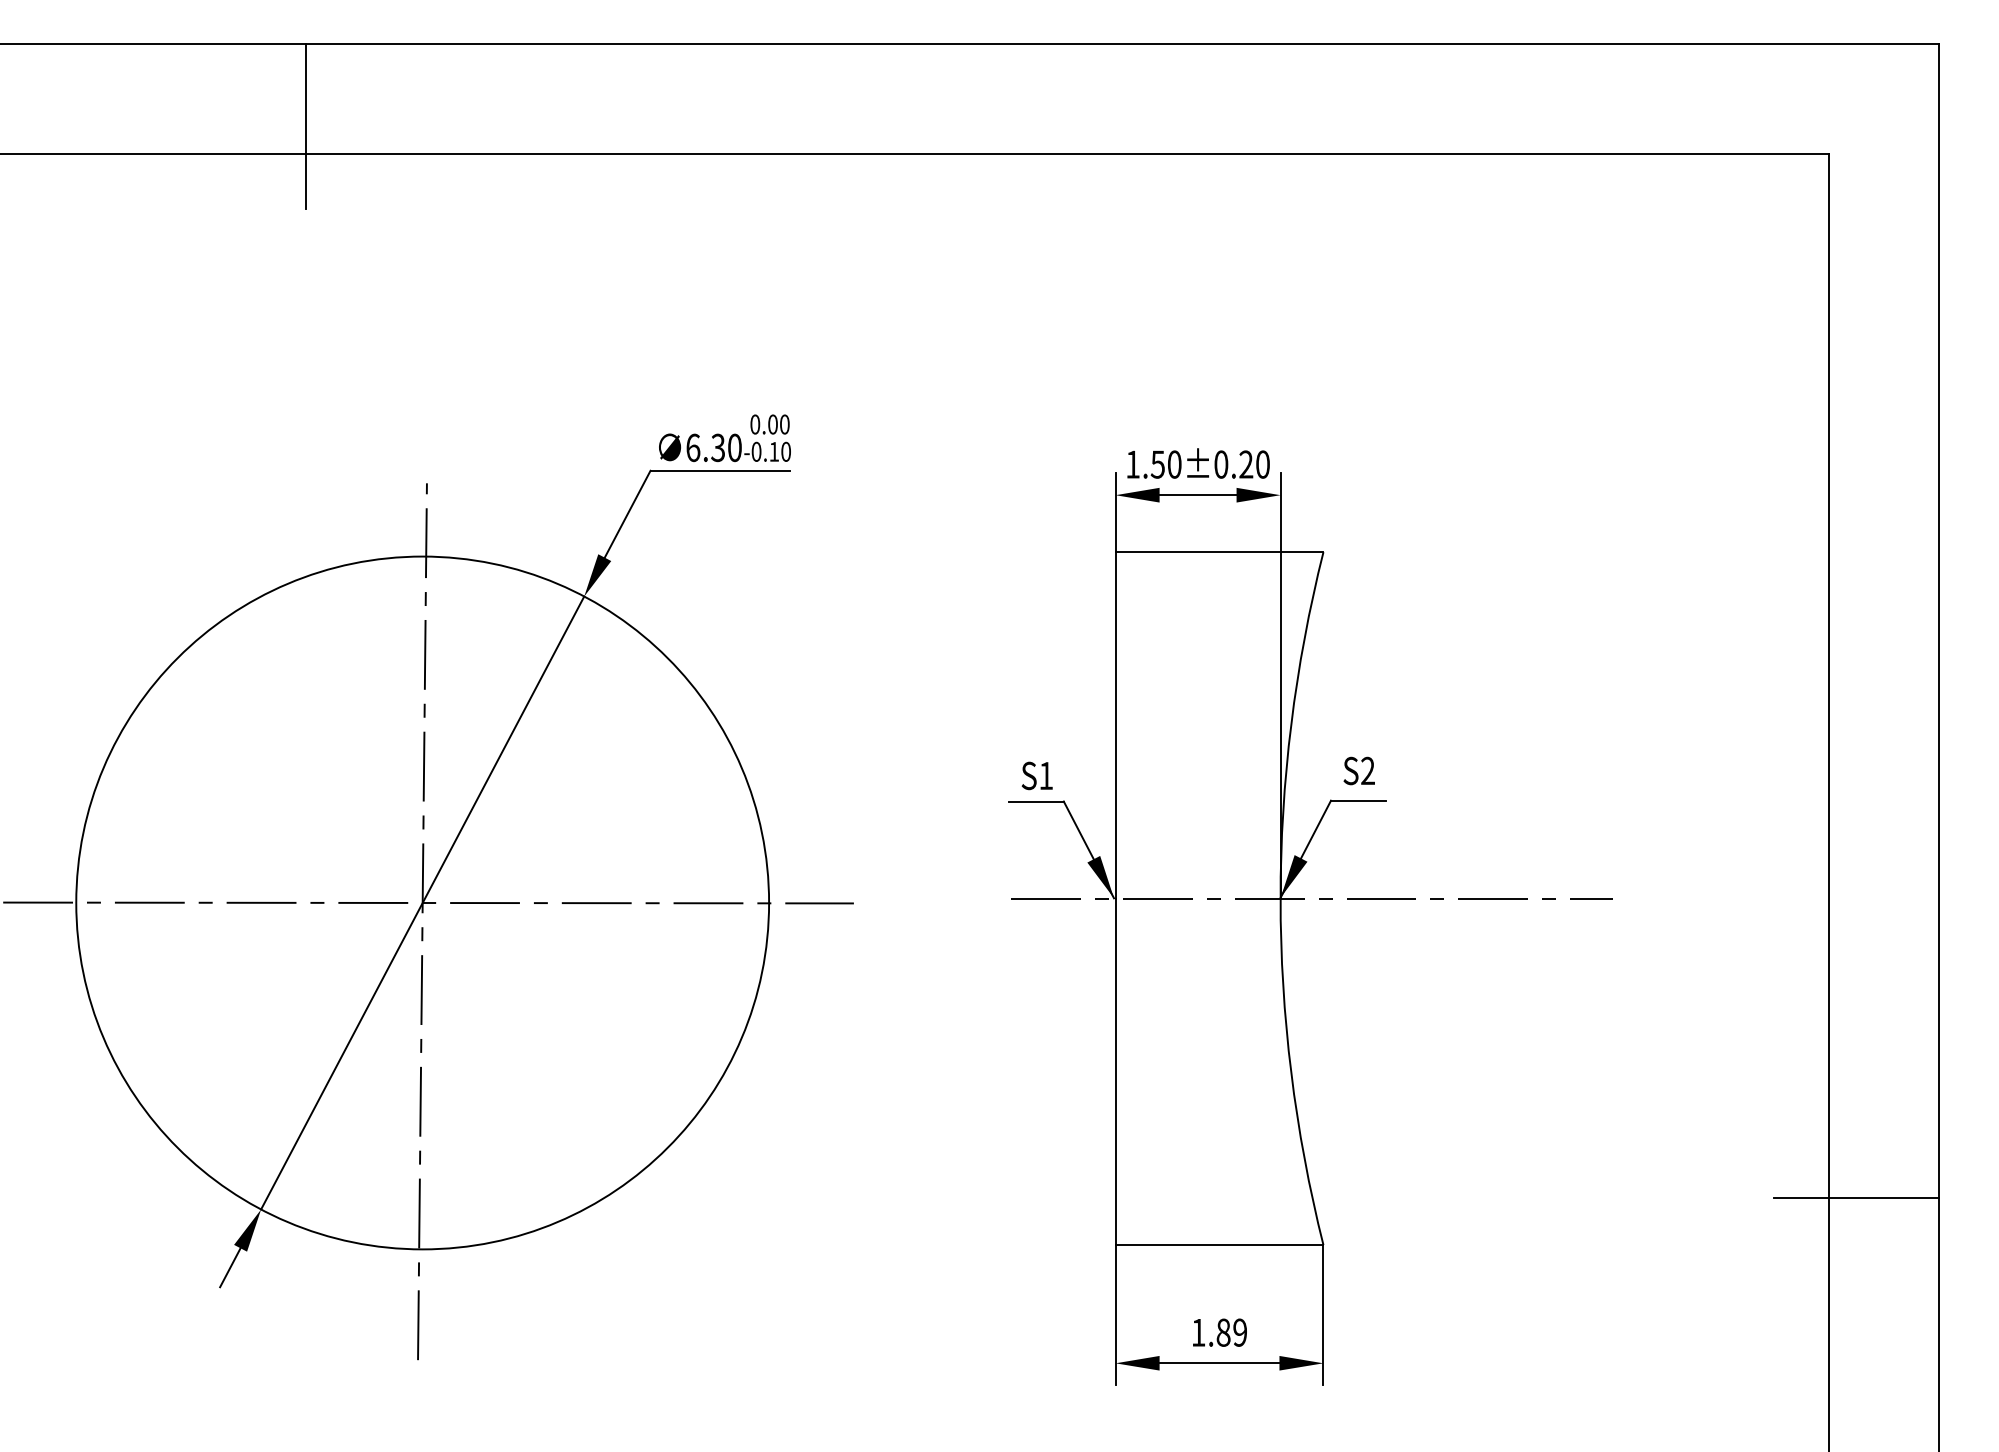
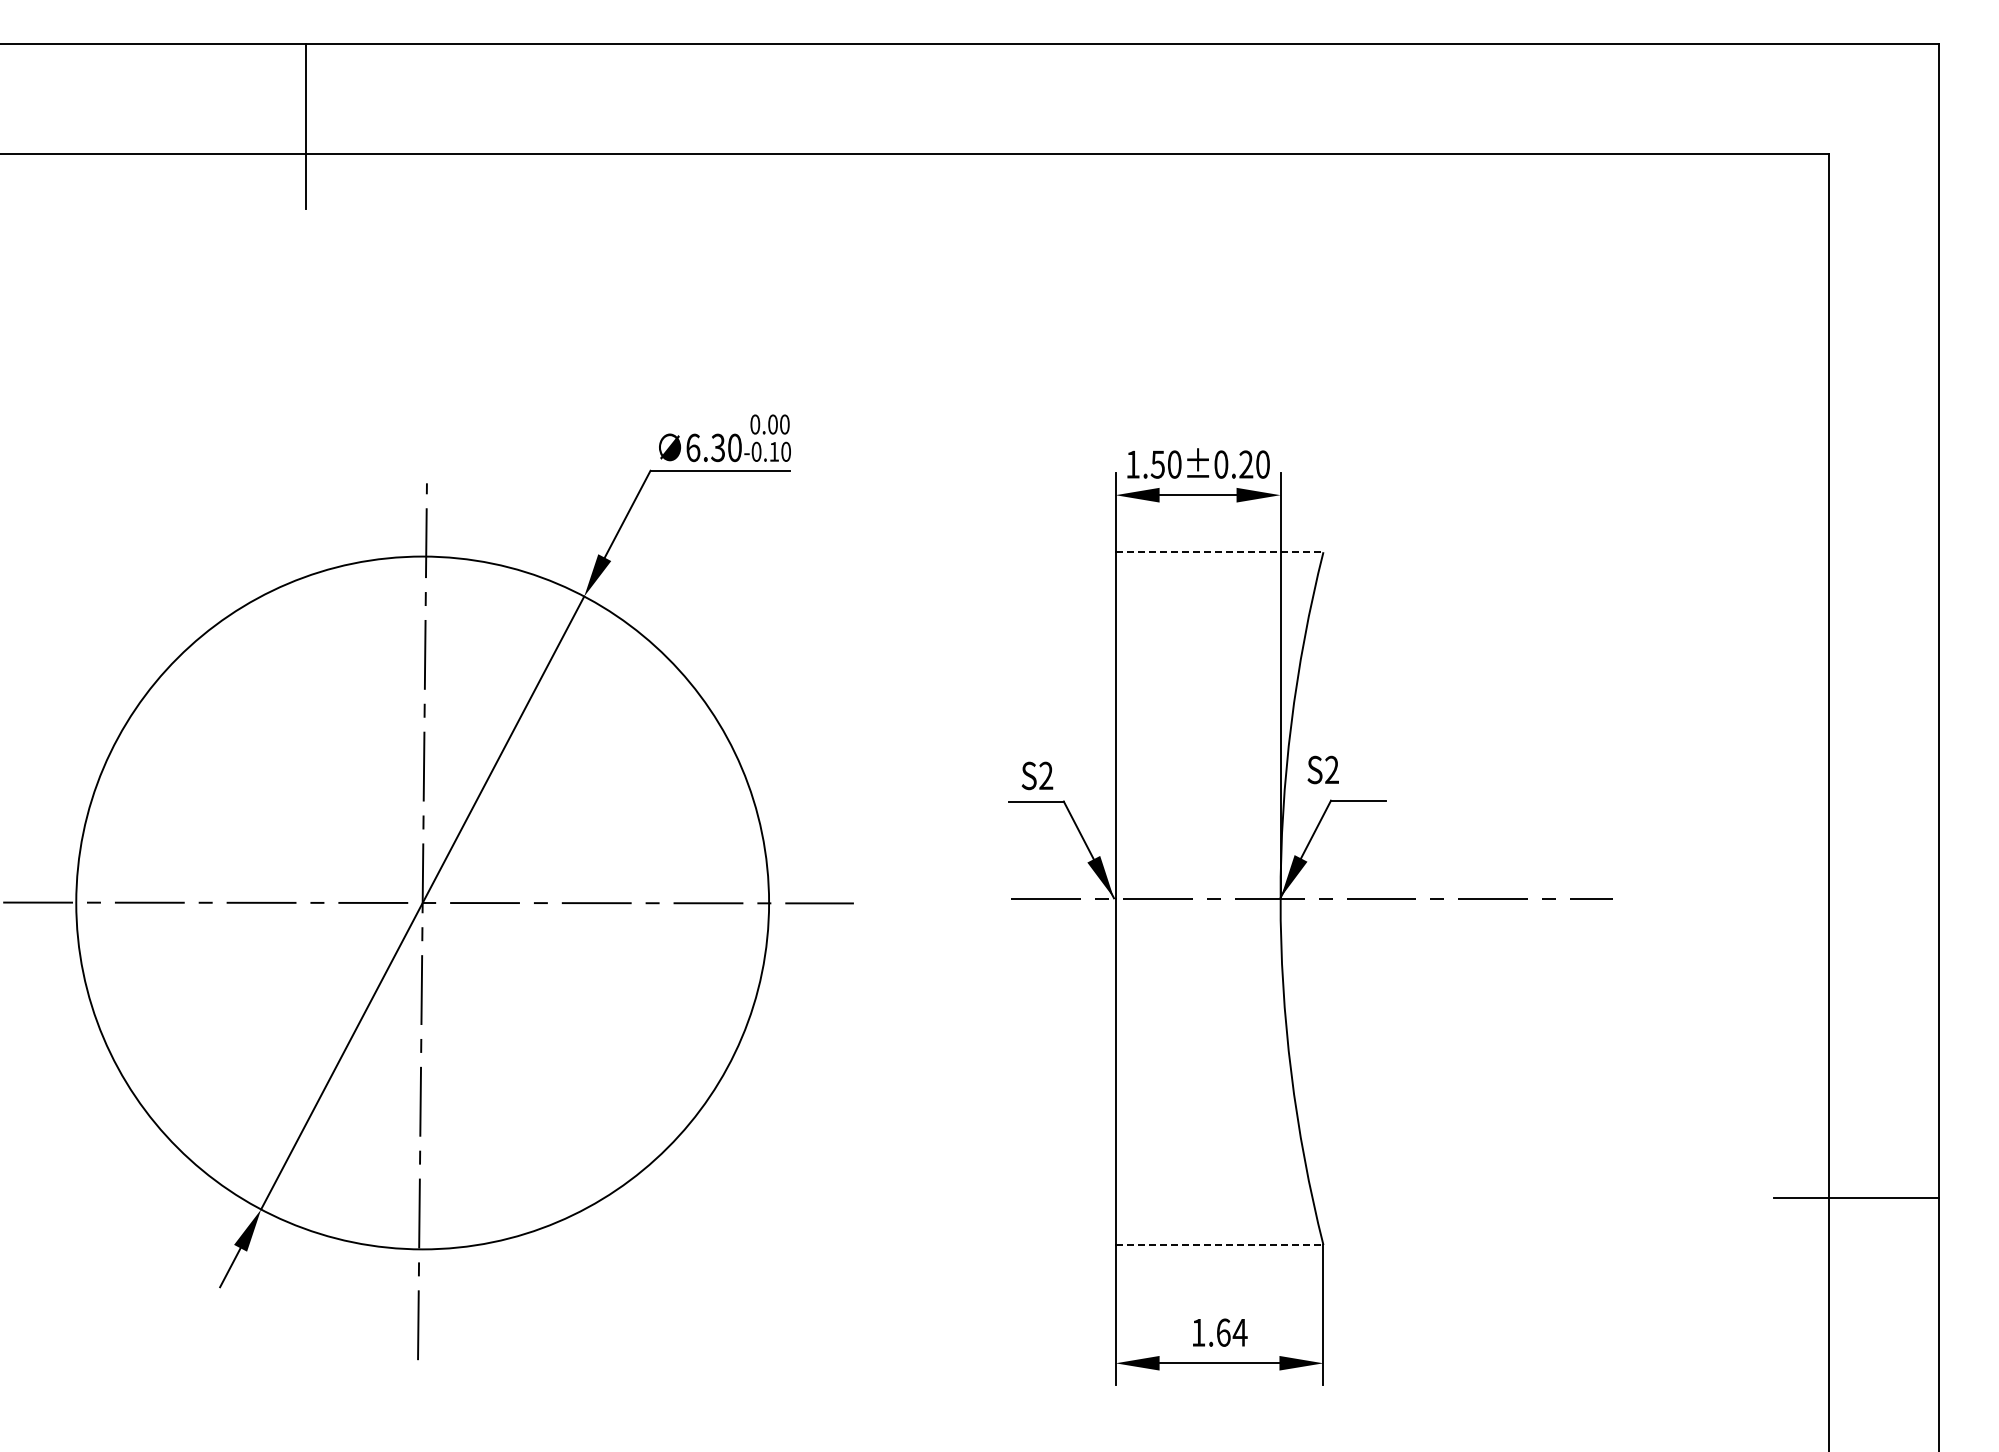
line at (1219, 552): solid -> dashed
text at (1358, 770) position: (1358, 770) -> (1322, 769)
text at (1046, 775): S1 -> S2
line at (1219, 1245): solid -> dashed
text at (1231, 1332): 1.89 -> 1.64
